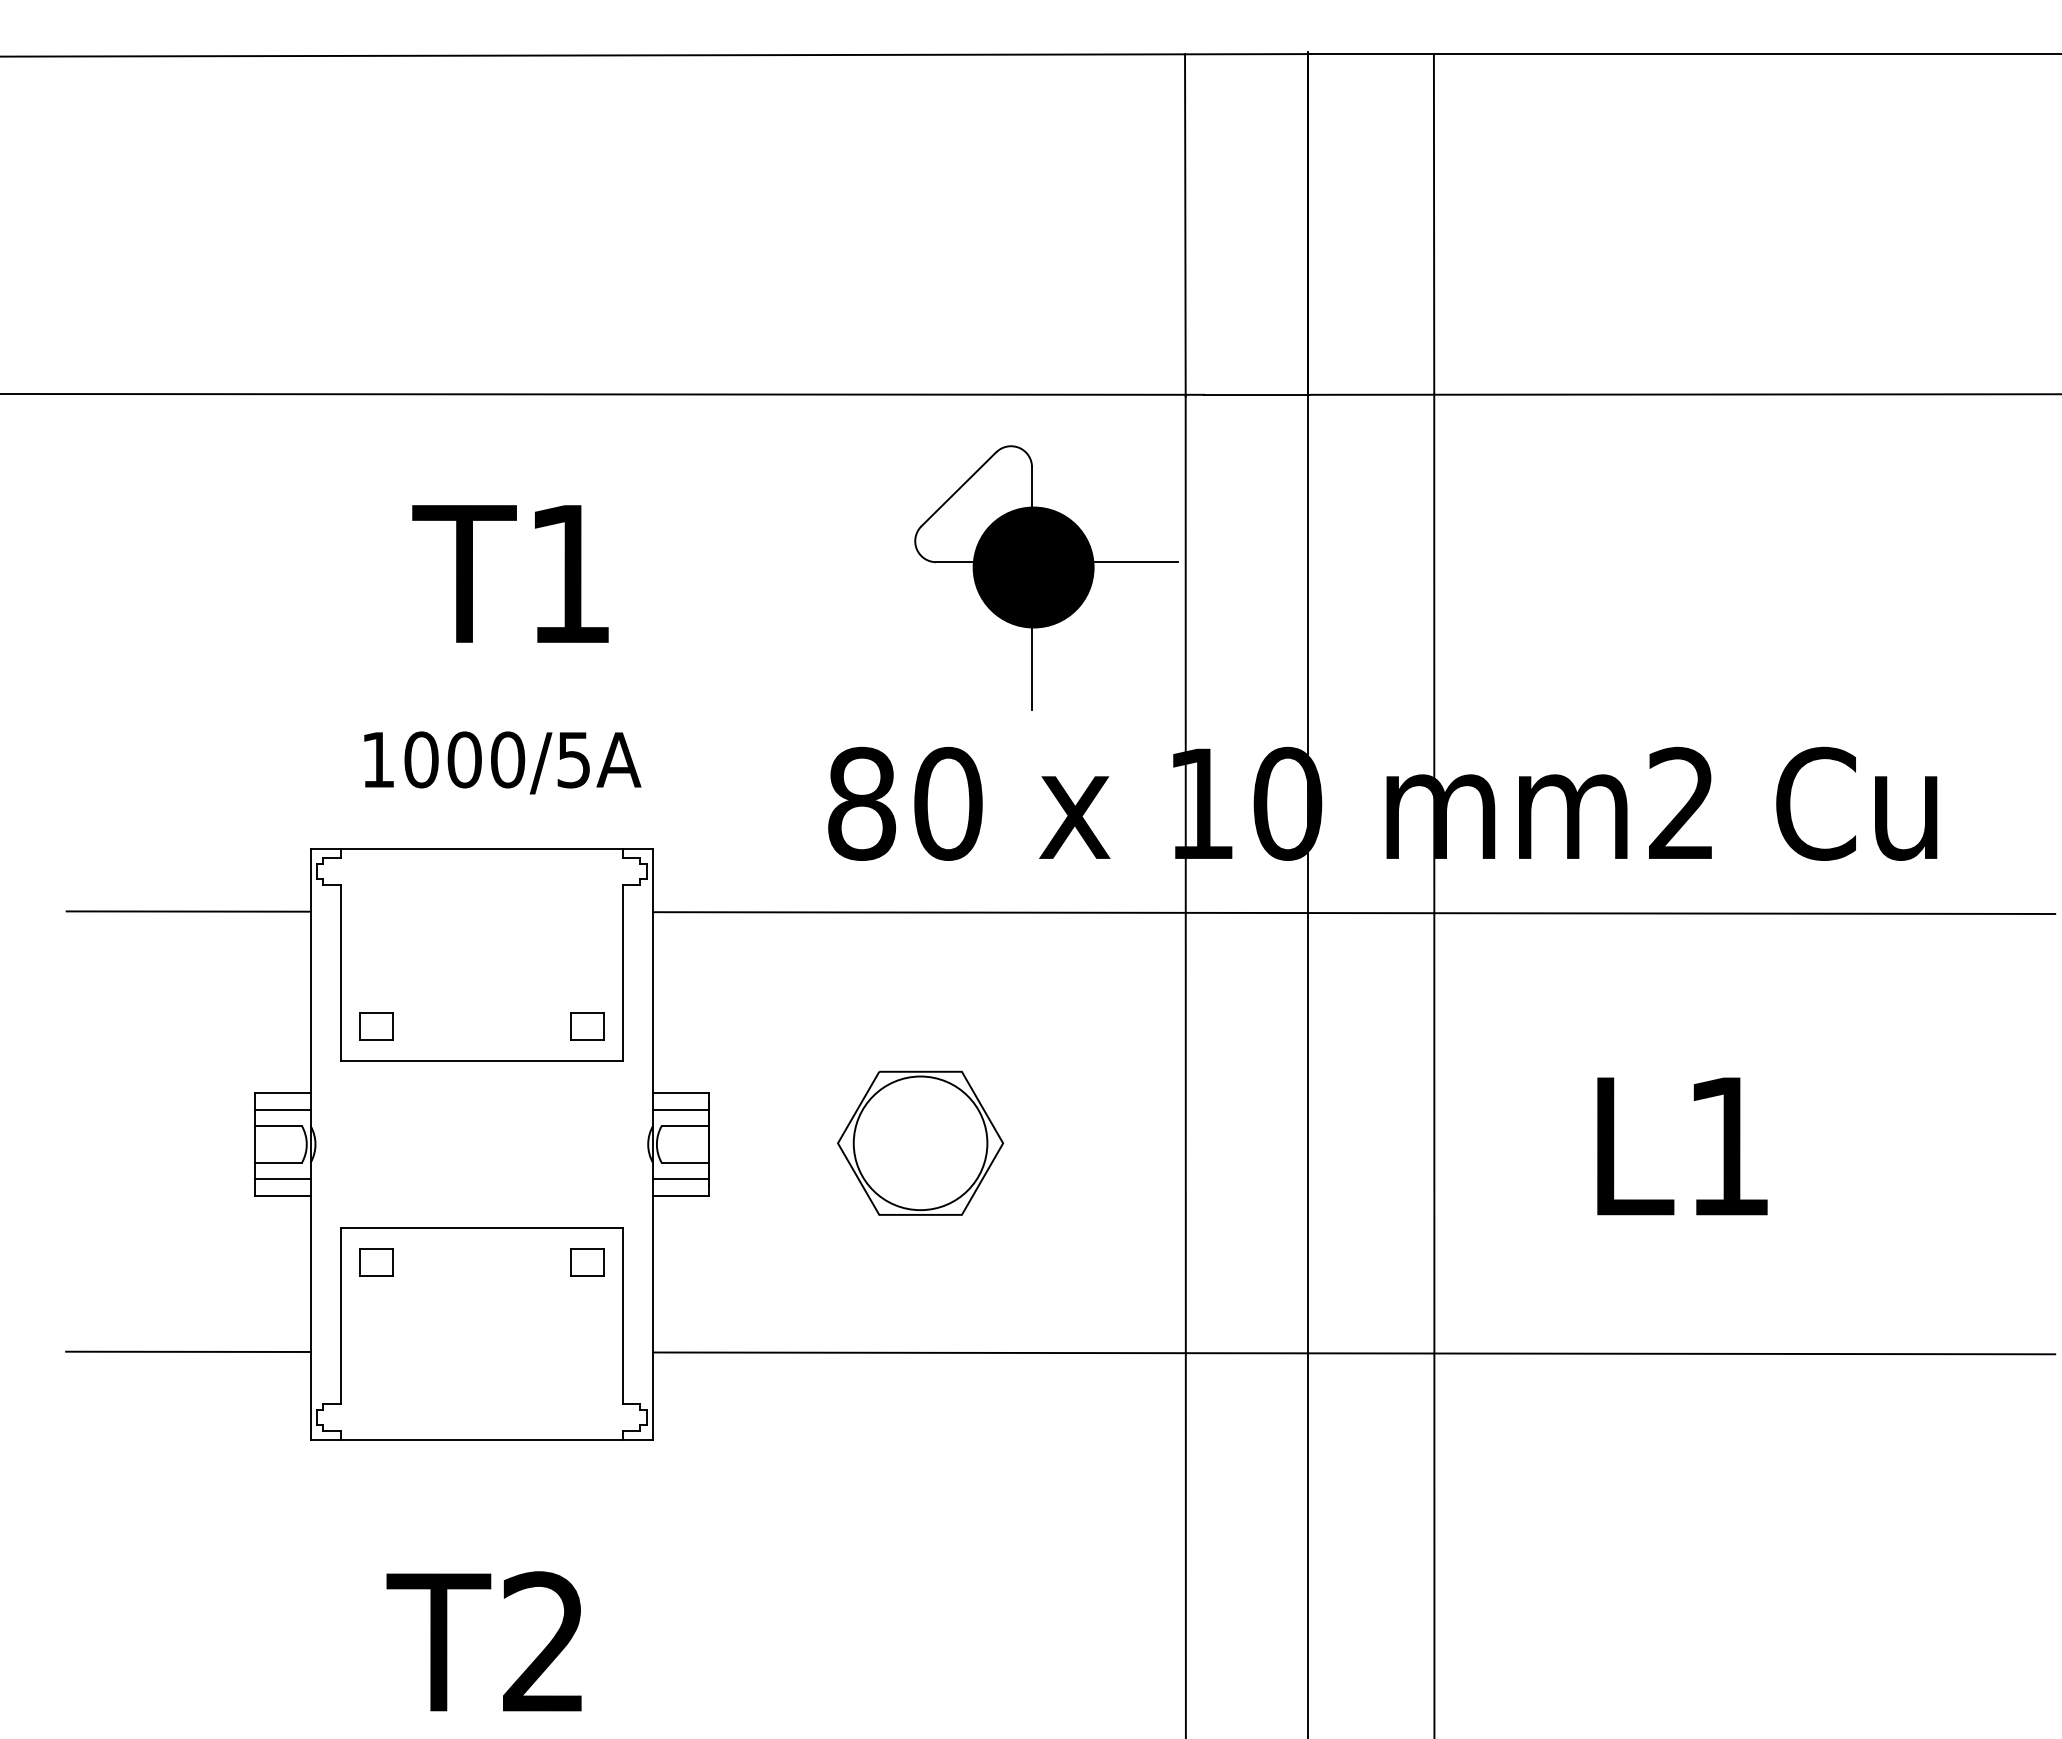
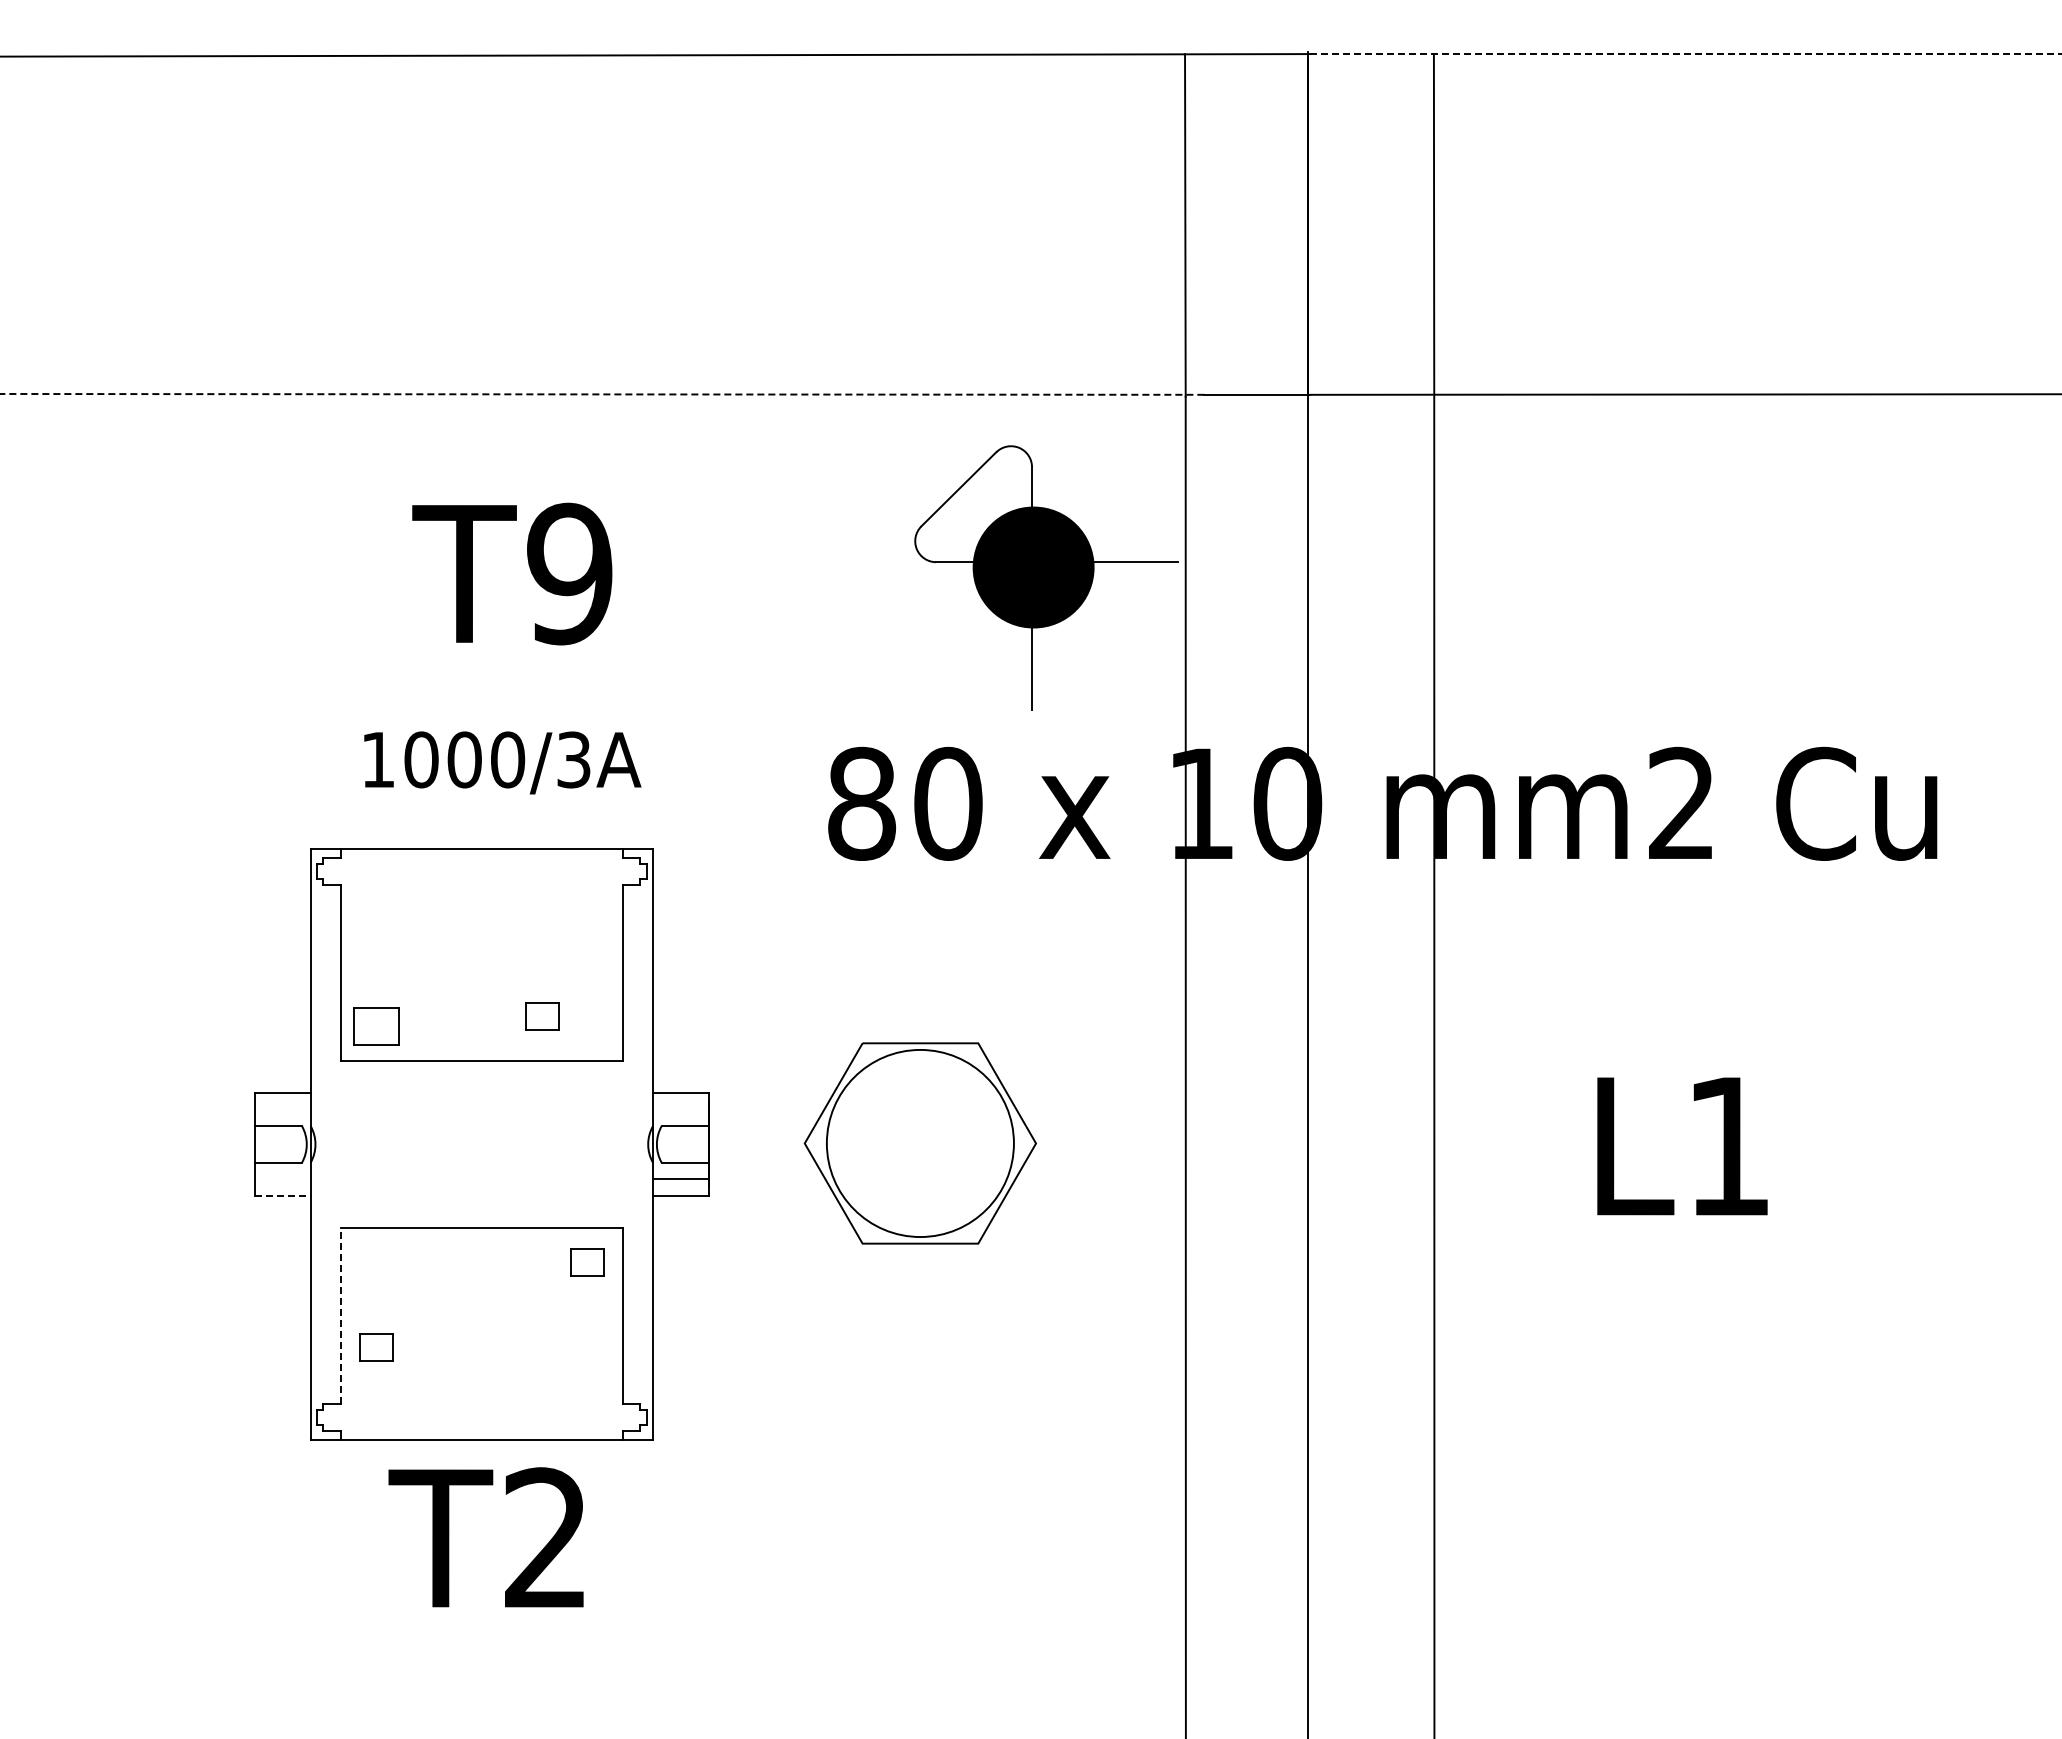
line at (1686, 54): solid -> dashed
line at (602, 394): solid -> dashed
text at (569, 573): T1 -> T9
text at (574, 759): 1000/5A -> 1000/3A
line at (188, 911): present -> none
line at (1354, 913): present -> none
part at (376, 1026) size: 35x29 px -> 47x39 px
part at (587, 1026) position: (587, 1026) -> (542, 1016)
line at (282, 1110): present -> none
line at (681, 1110): present -> none
part at (920, 1142) size: 168x146 px -> 234x203 px
line at (282, 1178): present -> none
line at (282, 1195): solid -> dashed
part at (376, 1262) position: (376, 1262) -> (376, 1347)
line at (340, 1315): solid -> dashed
line at (188, 1351): present -> none
line at (1354, 1353): present -> none
text at (483, 1641) position: (483, 1641) -> (485, 1537)
